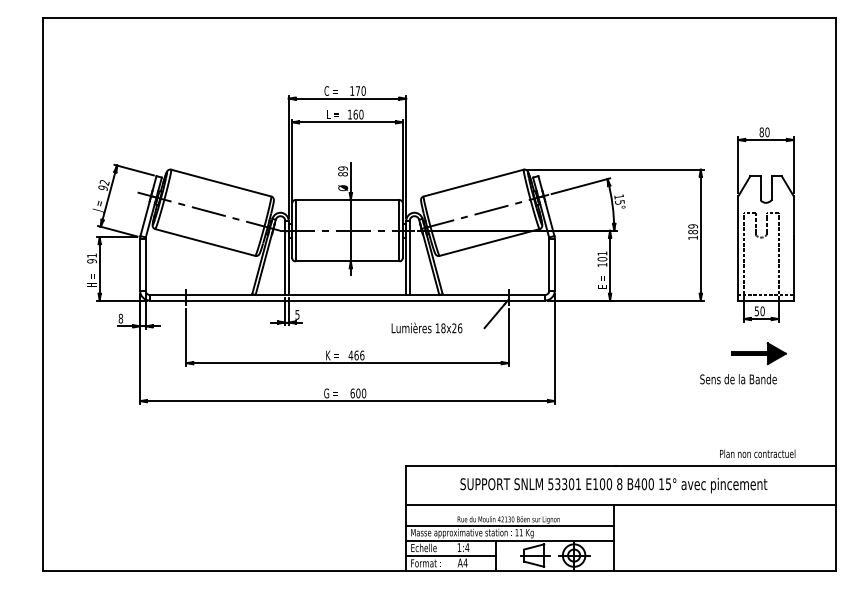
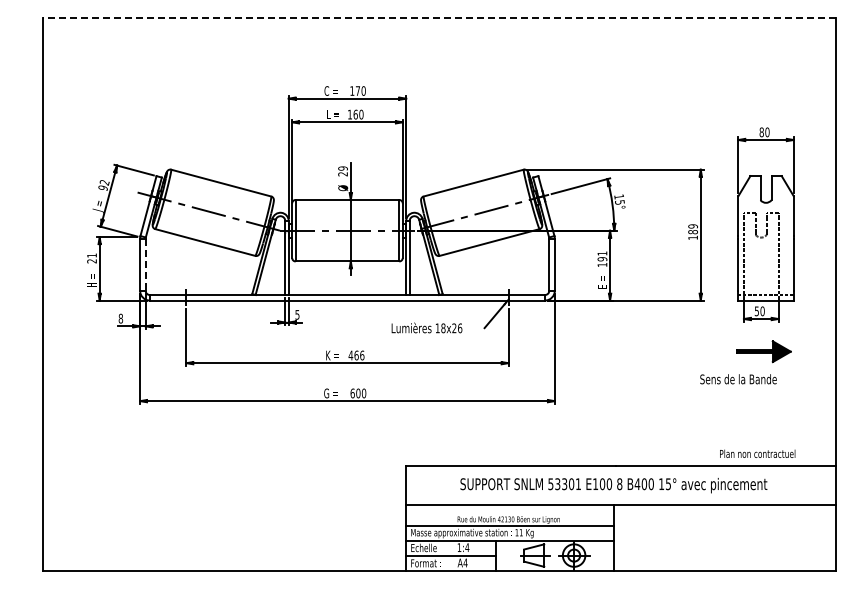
line at (439, 17): solid -> dashed
text at (342, 174): 89 -> 29
text at (602, 259): 101 -> 191
text at (91, 261): 91 -> 21
line at (145, 265): solid -> dashed
part at (758, 353) position: (758, 353) -> (763, 351)
